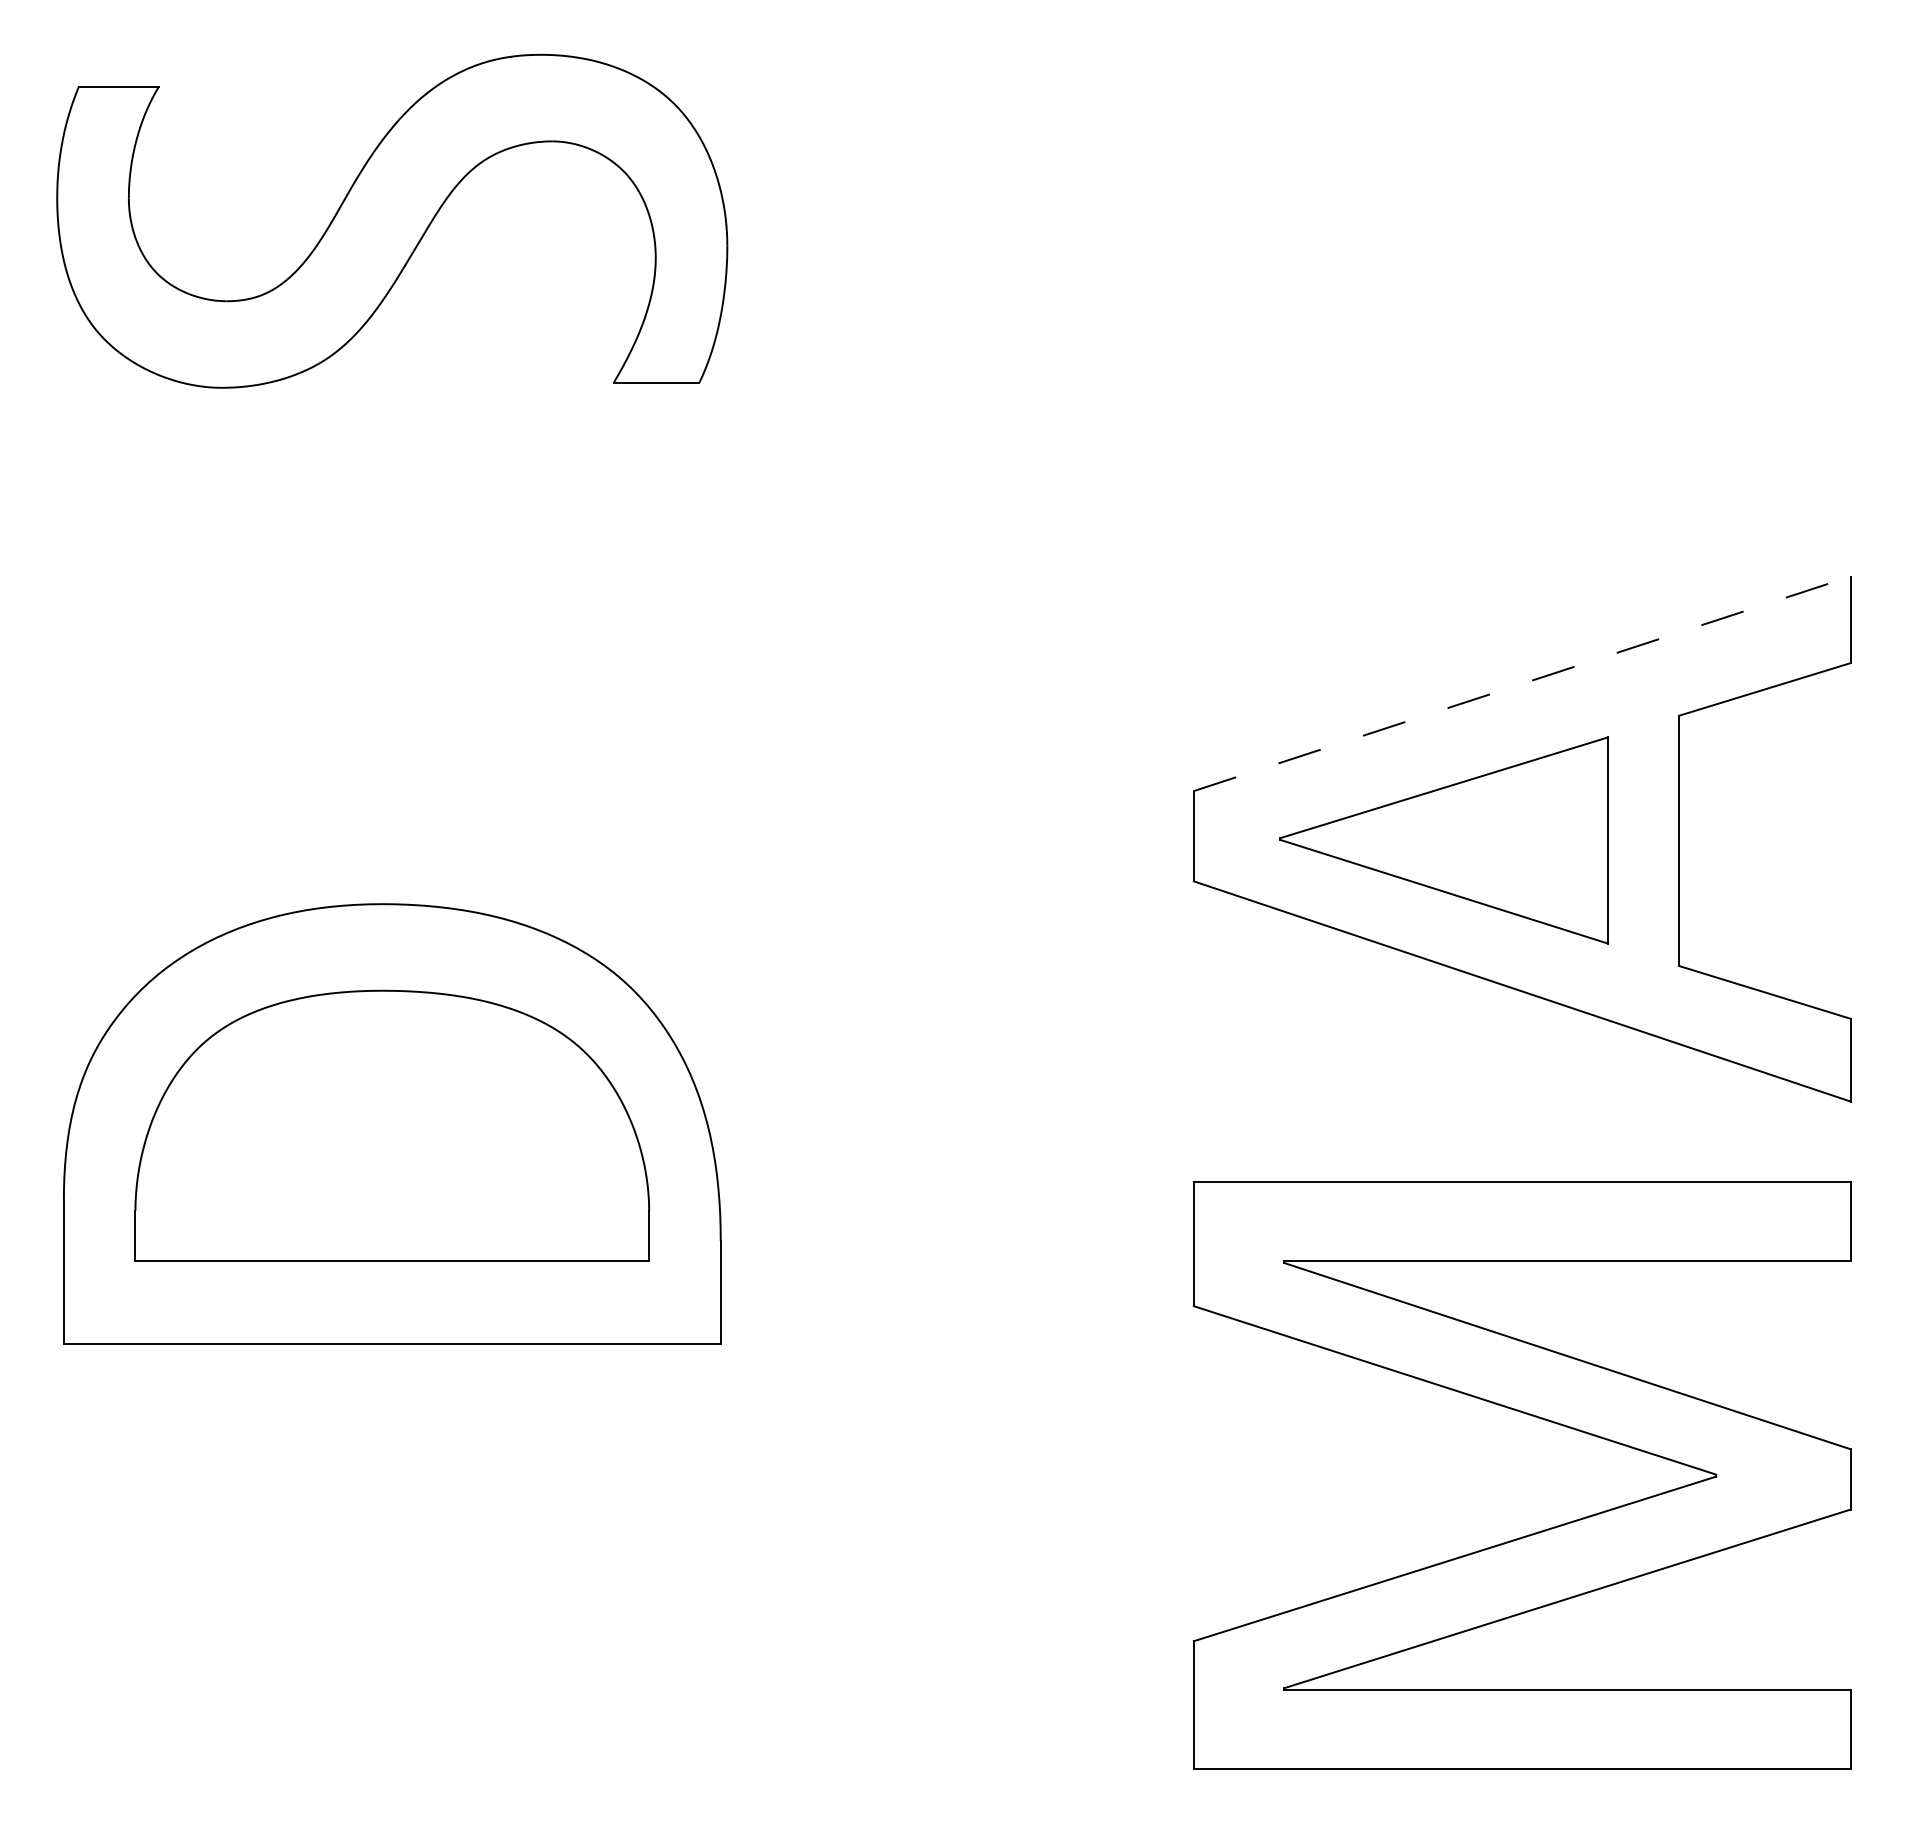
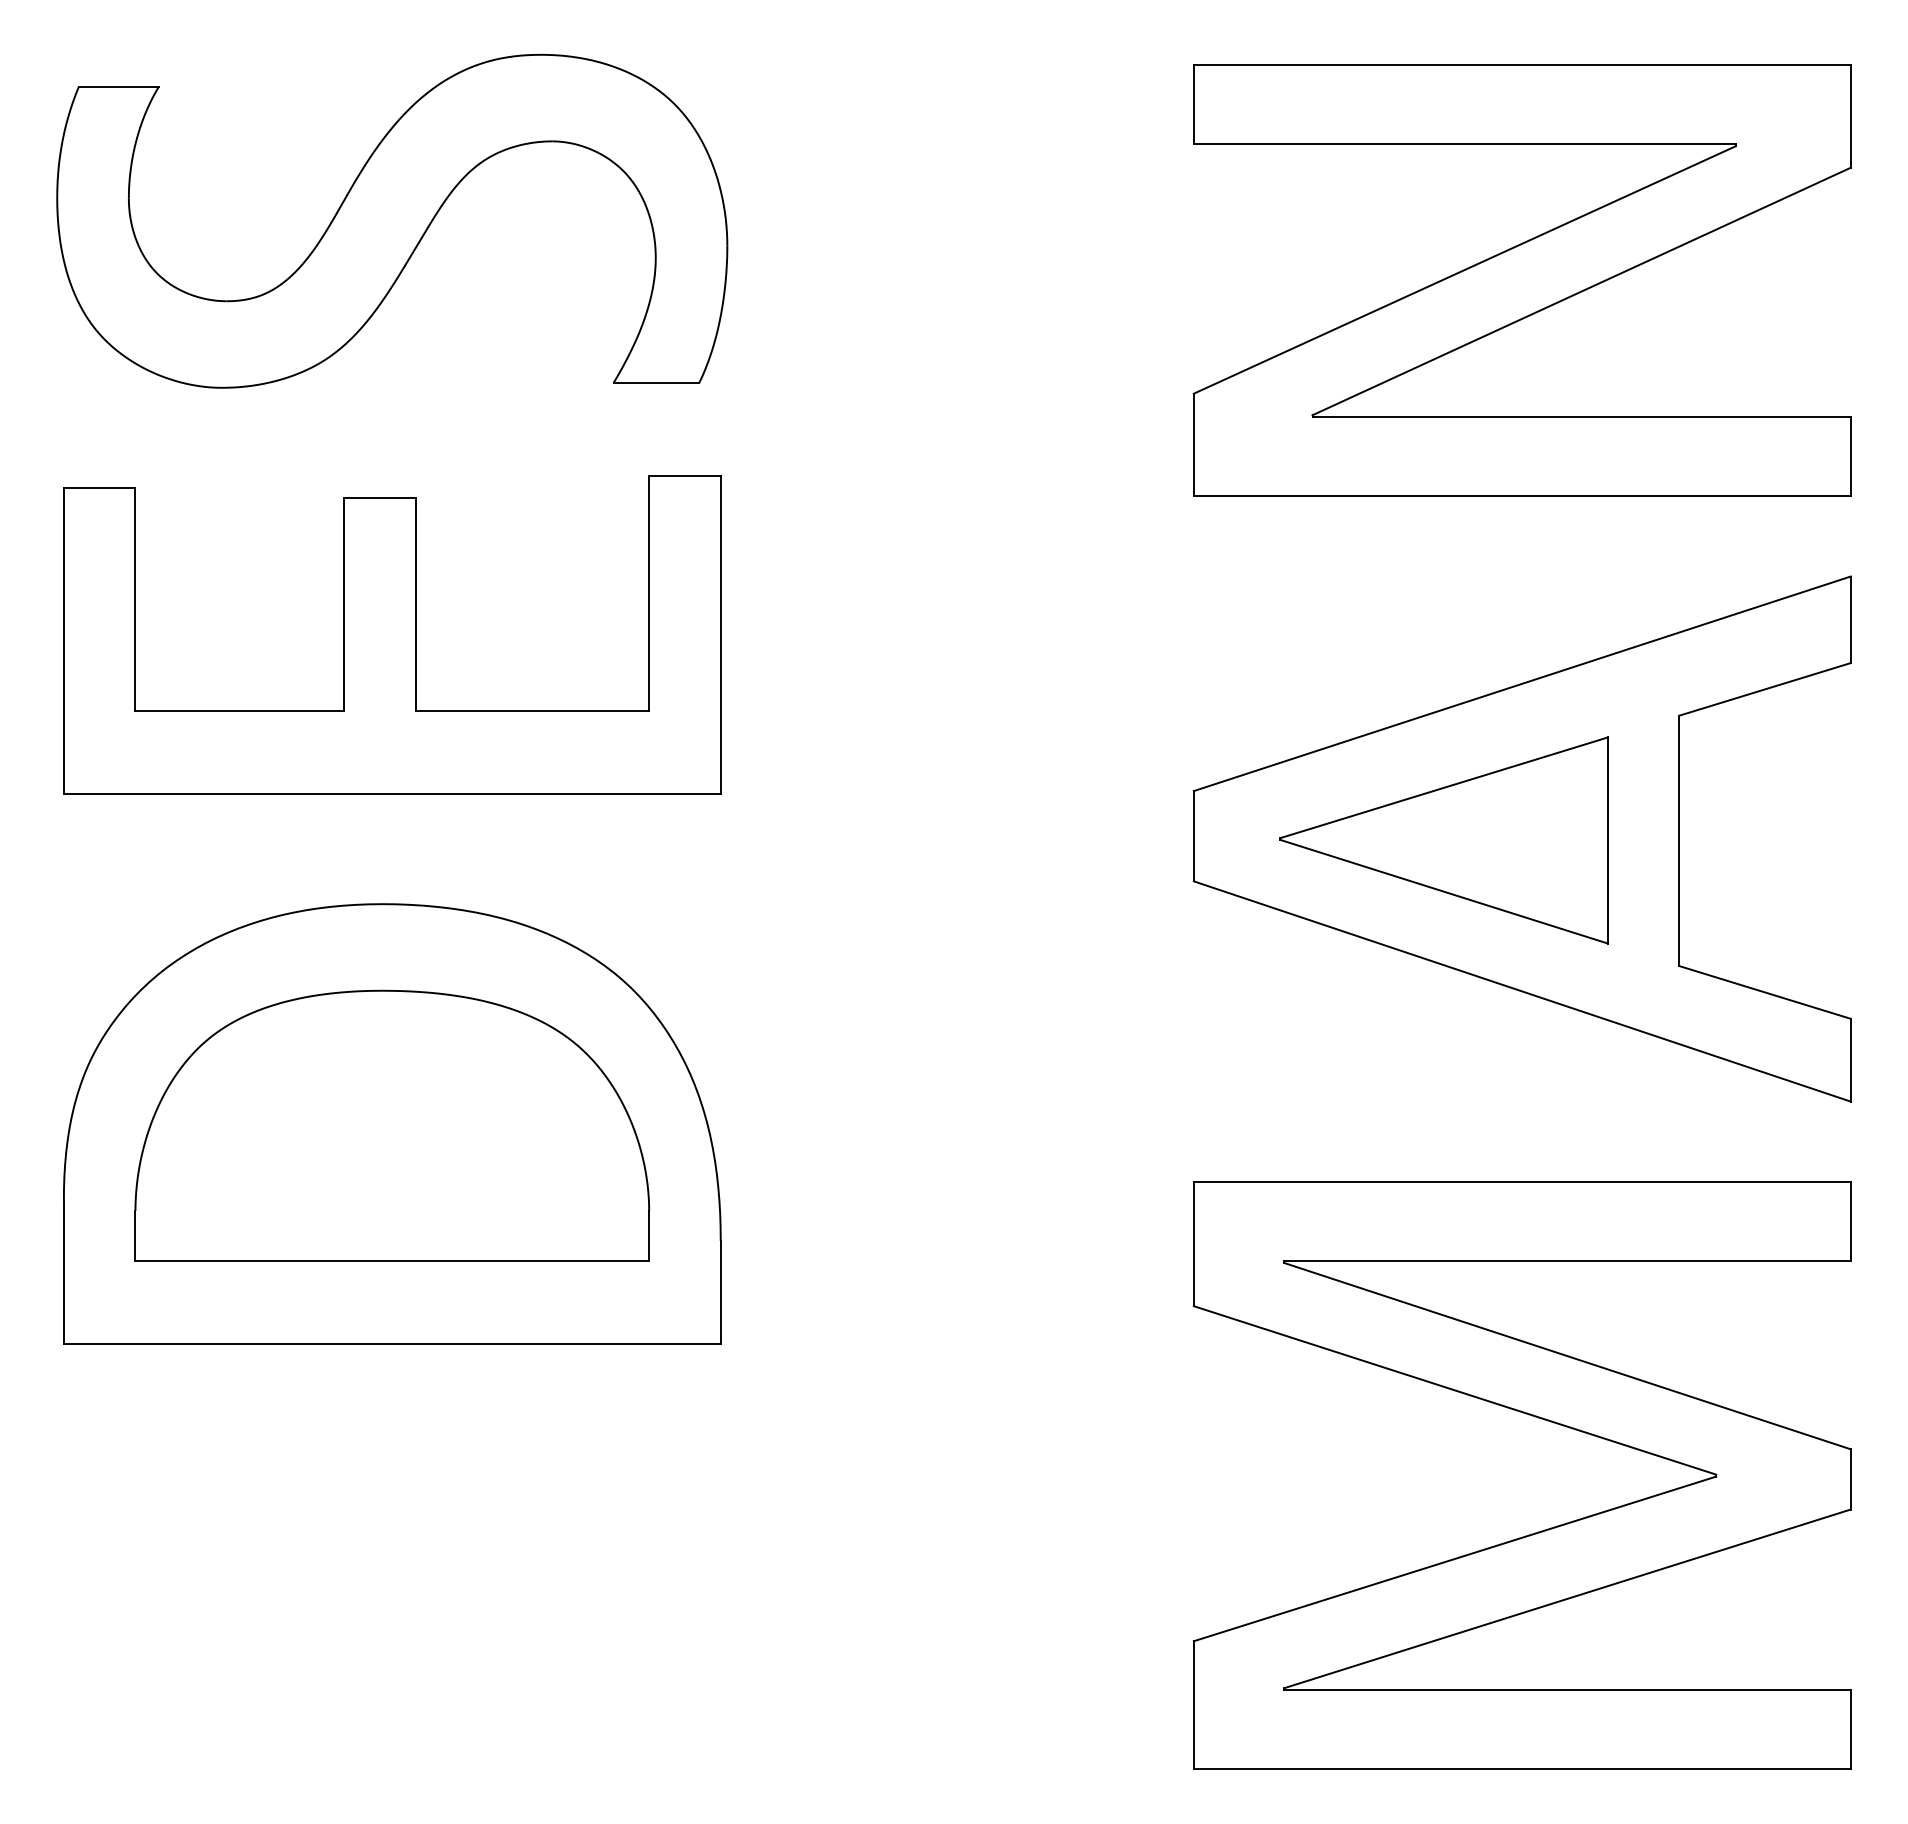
part at (1521, 280): none -> present
part at (392, 634): none -> present
line at (1522, 683): dashed -> solid
